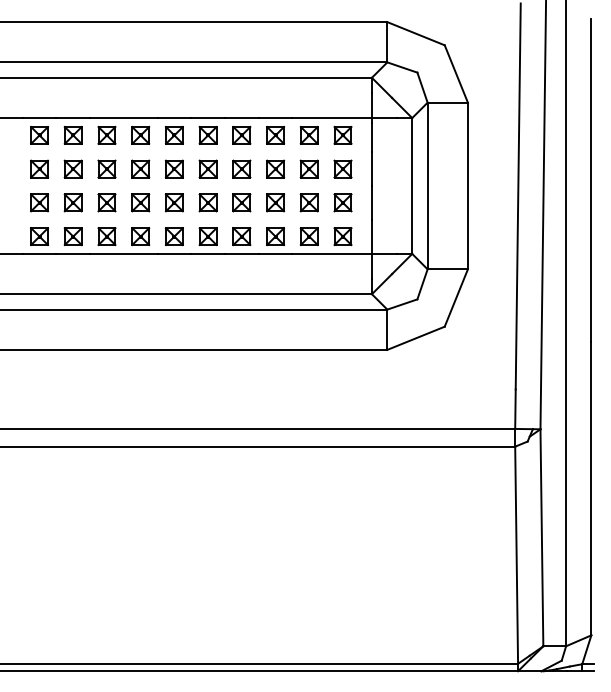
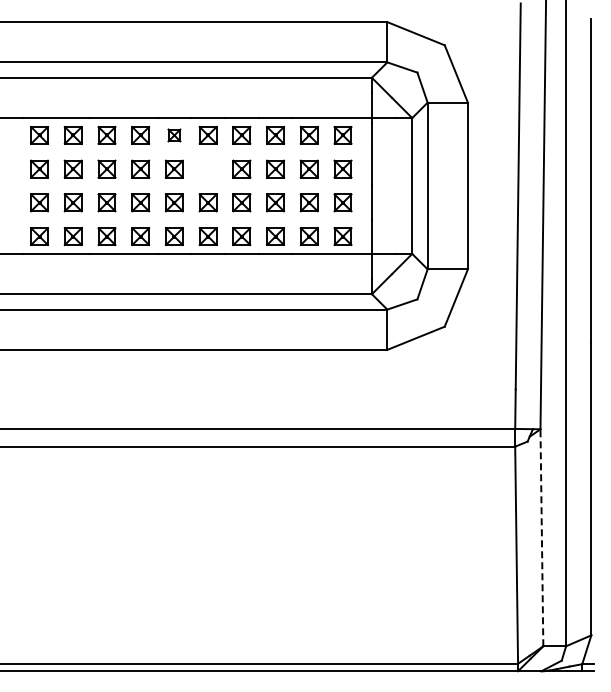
part at (174, 135) size: 19x19 px -> 15x15 px
part at (207, 168): present -> none
line at (541, 537): solid -> dashed
